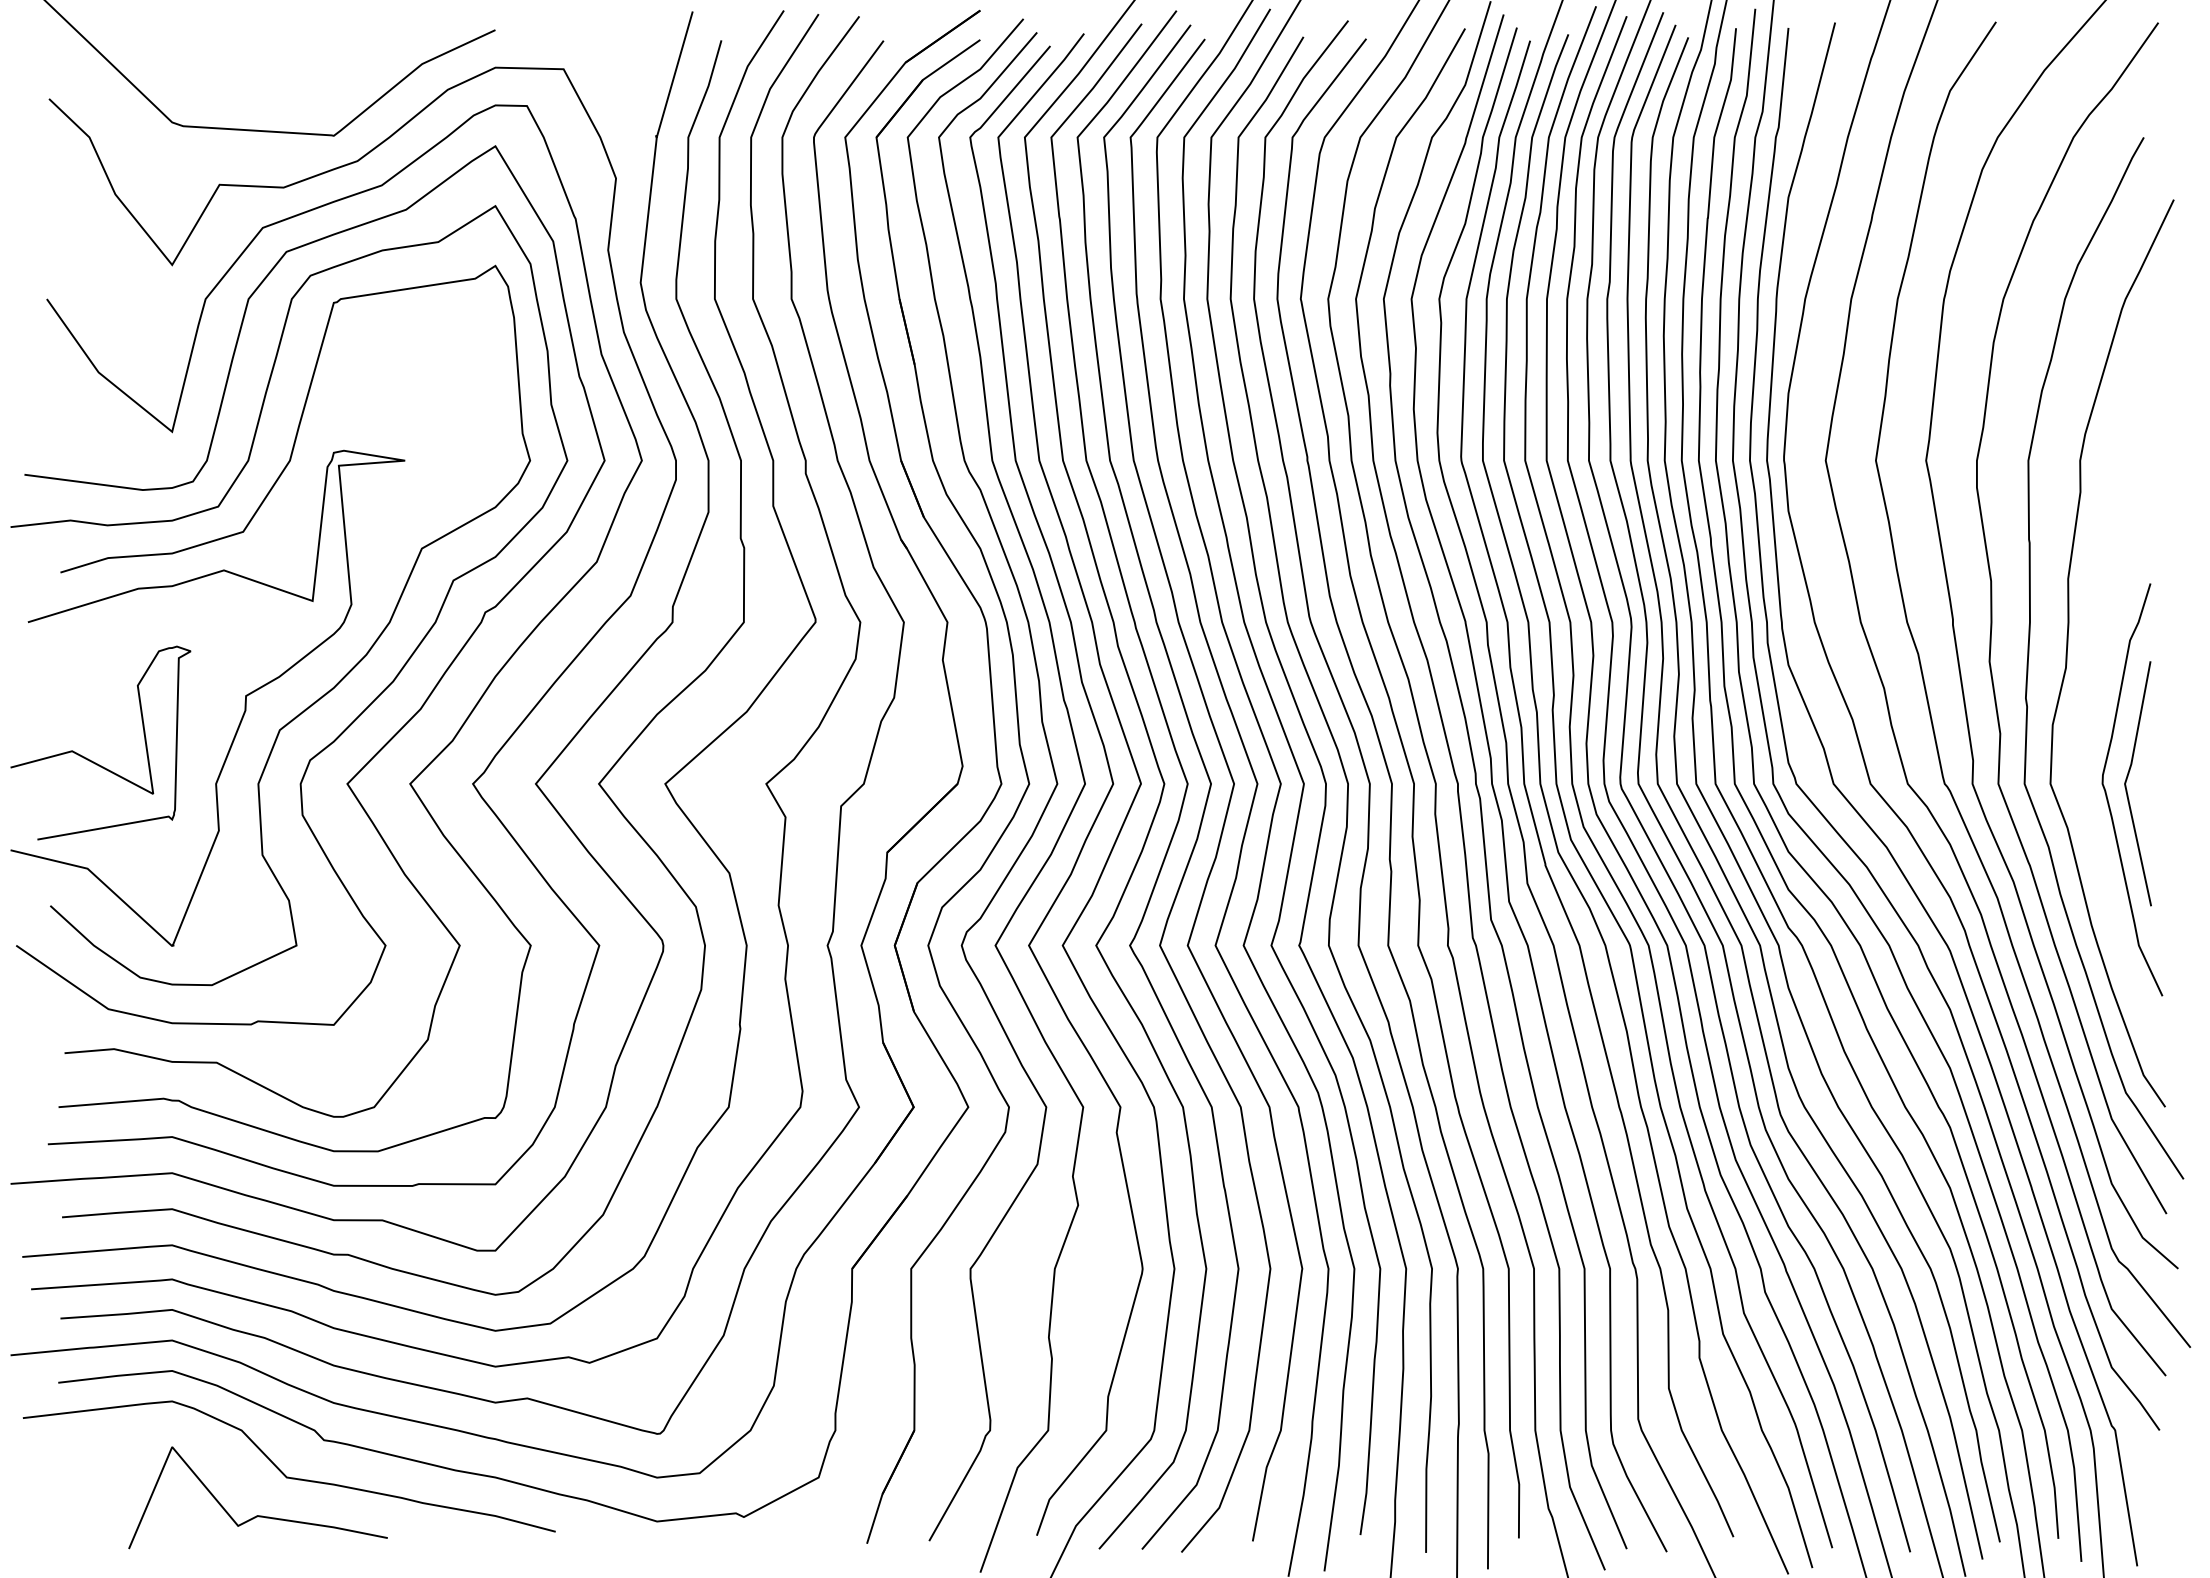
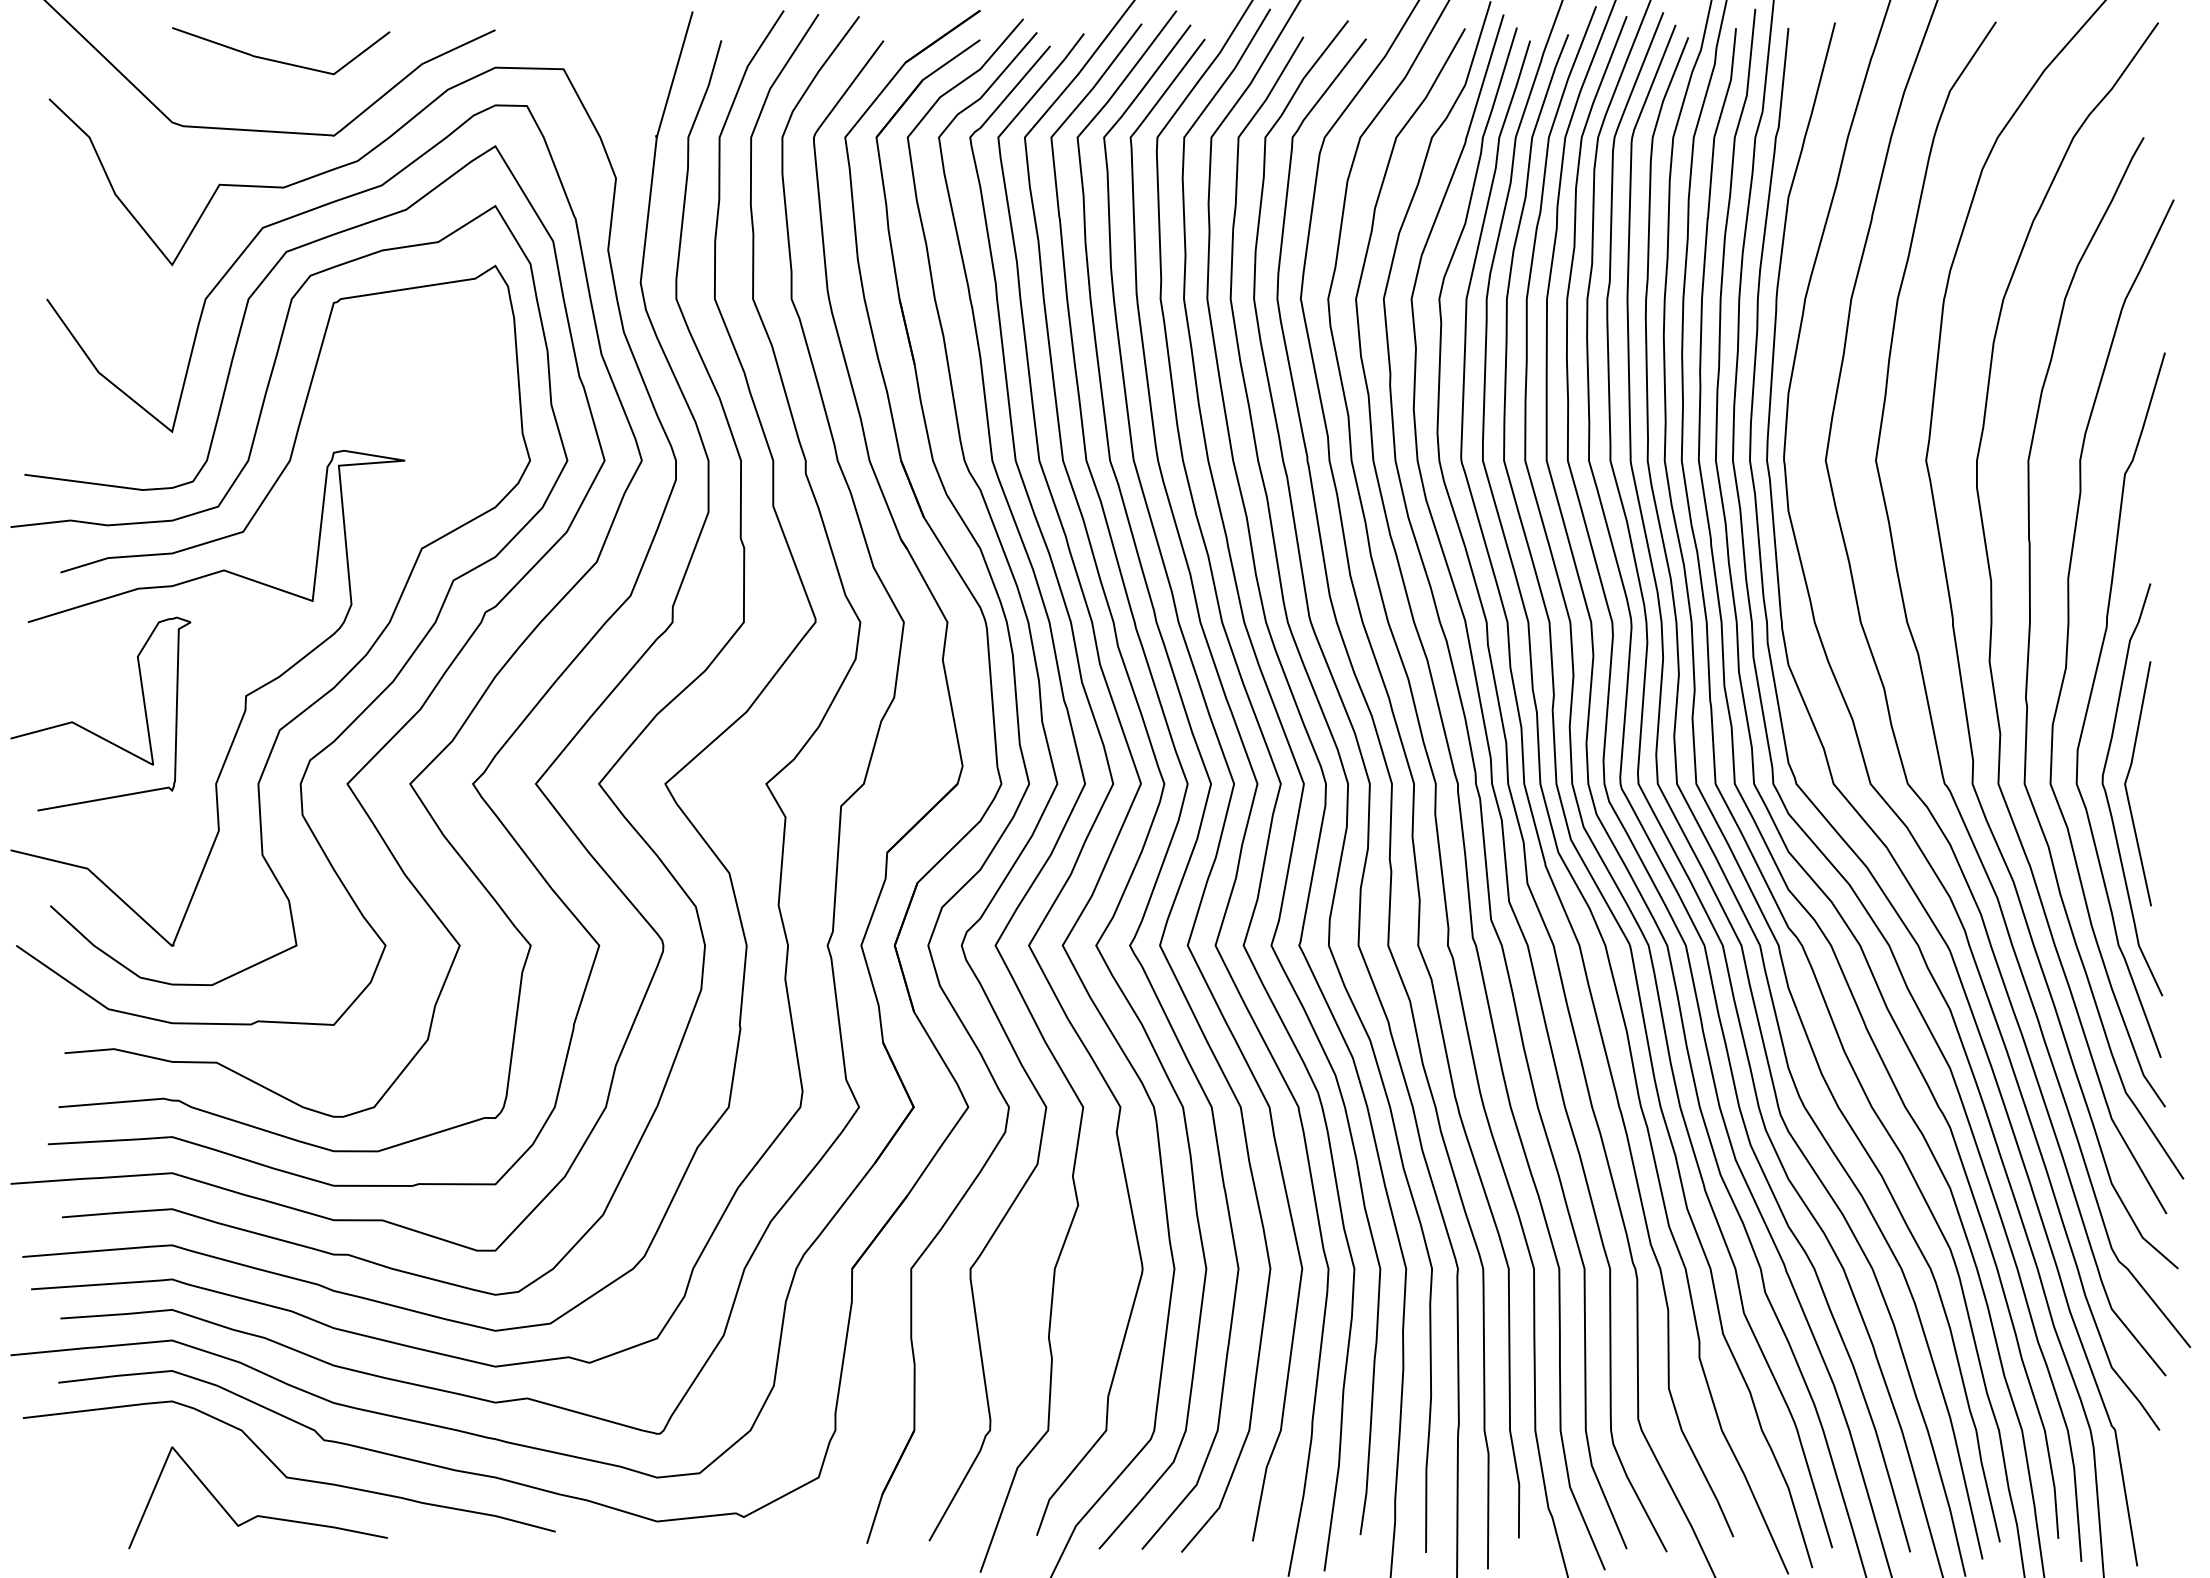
line at (278, 60): none -> present
curve at (2090, 701): none -> present
curve at (92, 760) position: (92, 760) -> (92, 731)
